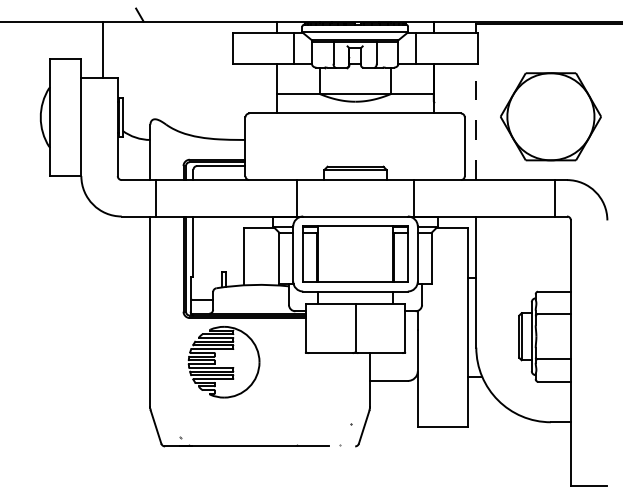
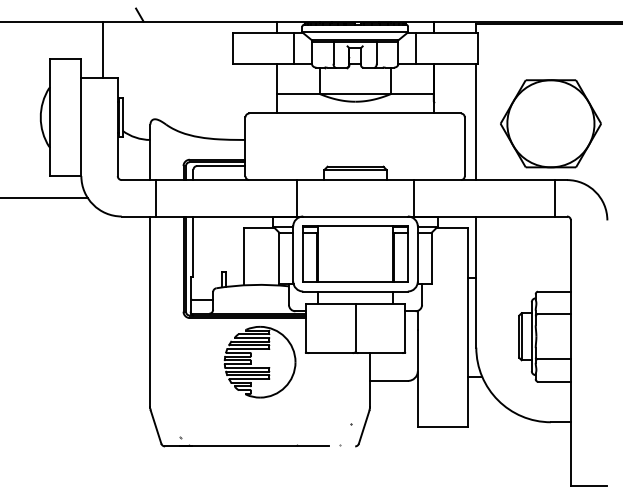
part at (550, 116) position: (550, 116) -> (550, 123)
line at (476, 121): dashed -> solid
line at (45, 198): none -> present
part at (223, 362) position: (223, 362) -> (259, 362)
